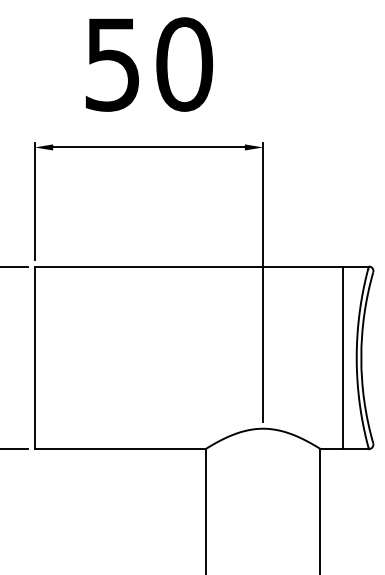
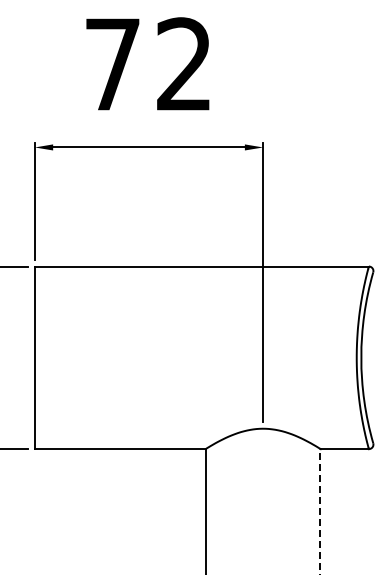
text at (148, 64): 50 -> 72
line at (343, 357): present -> none
line at (320, 511): solid -> dashed
